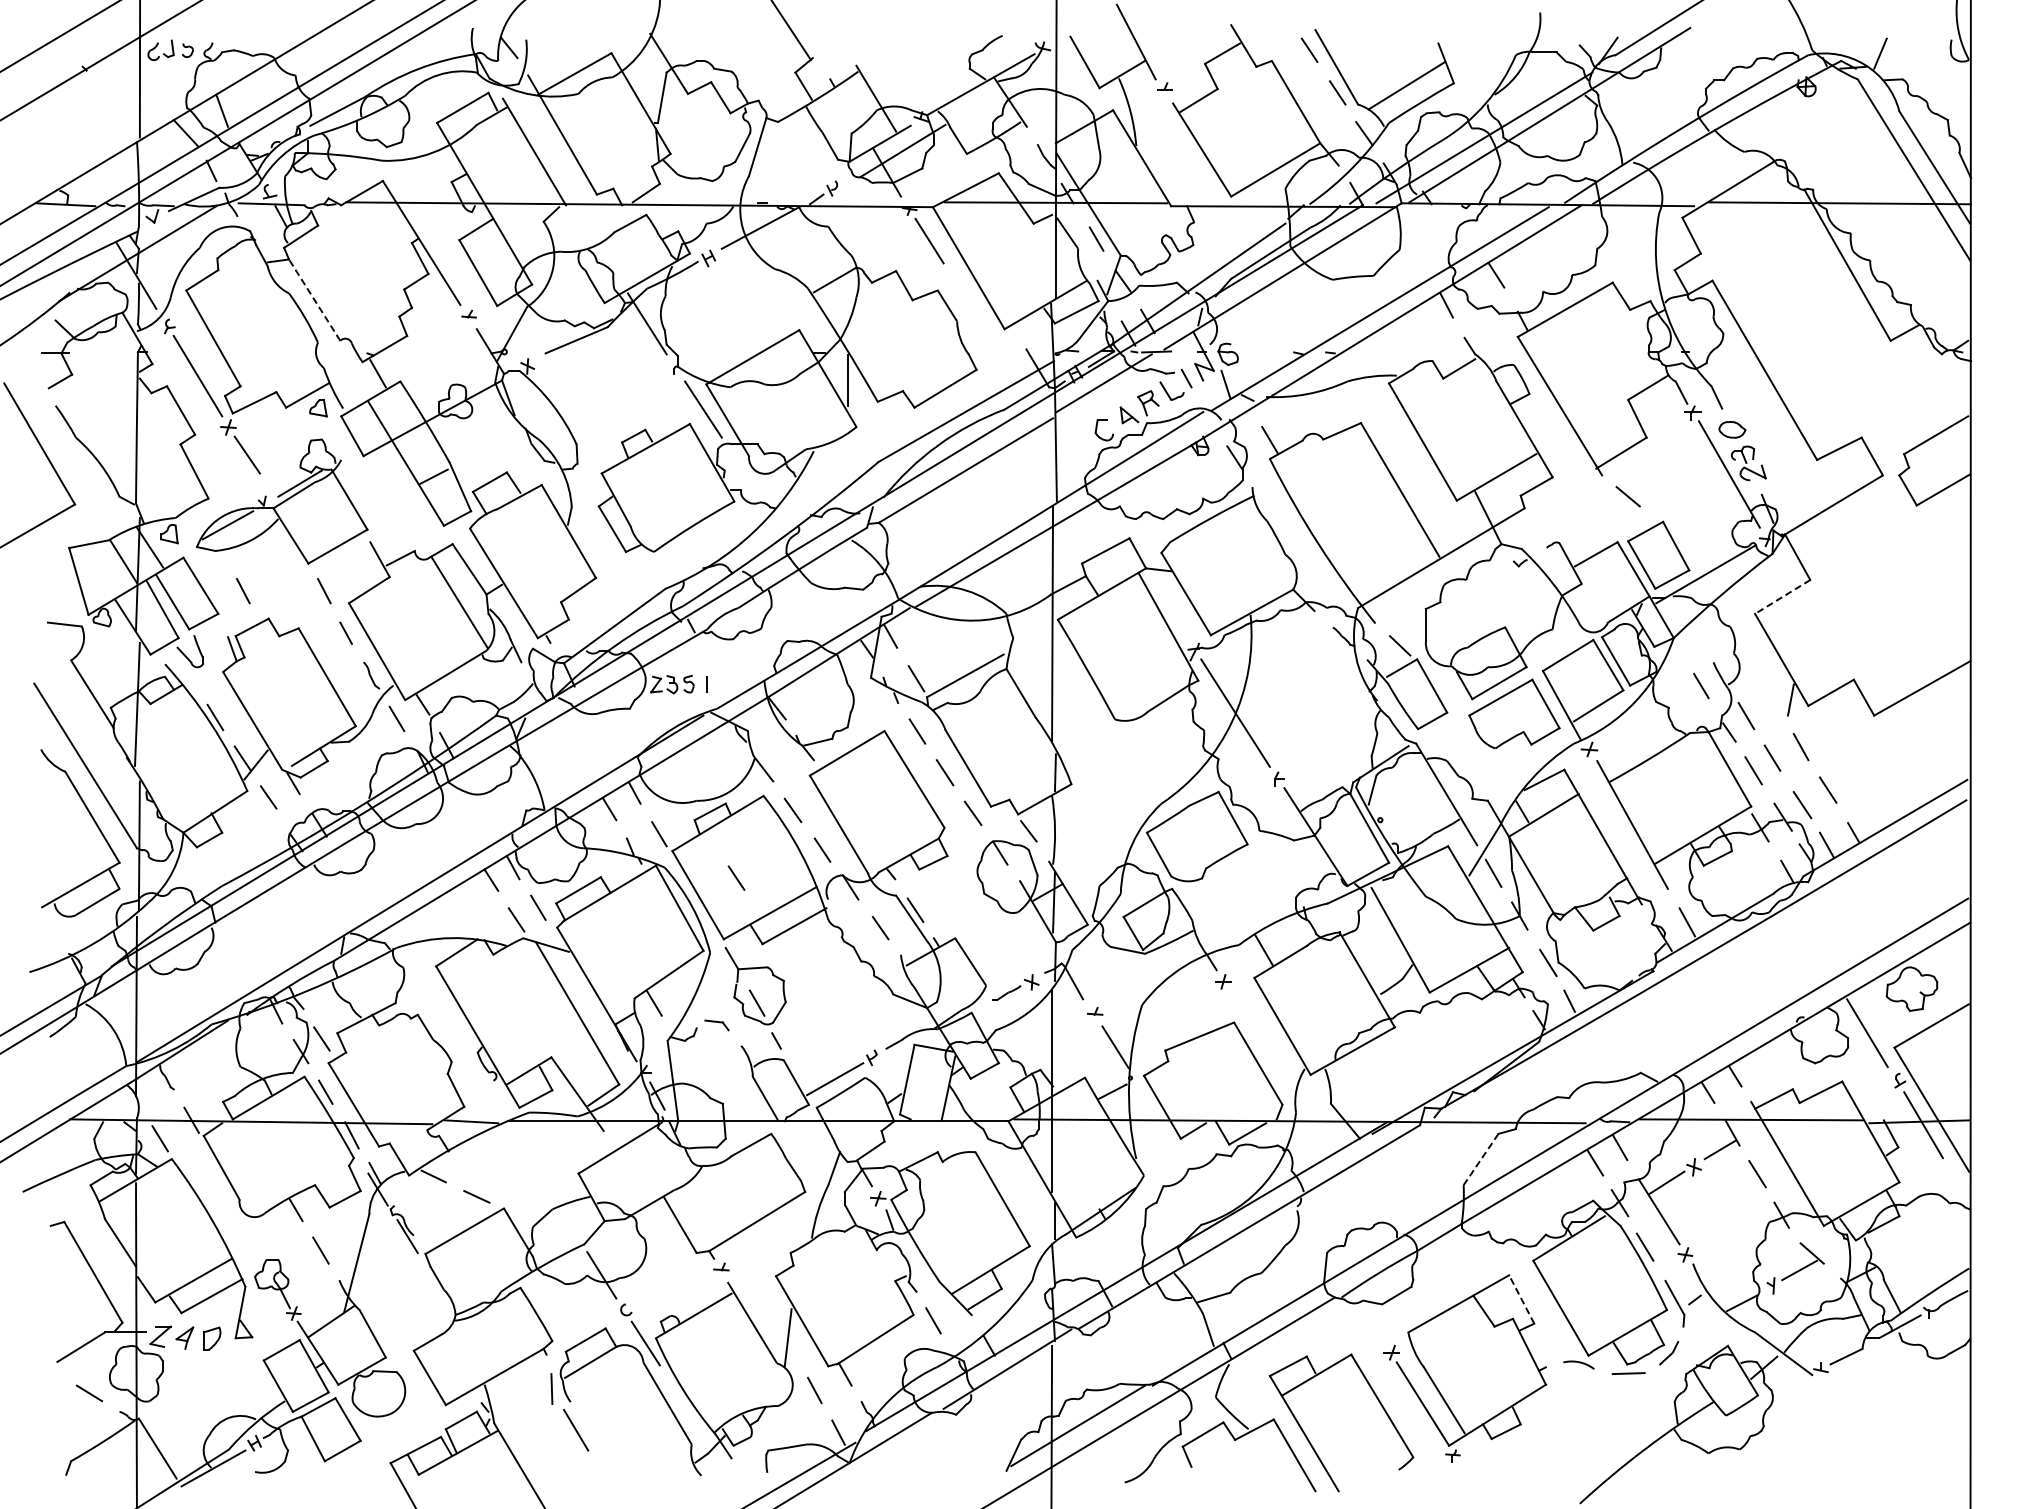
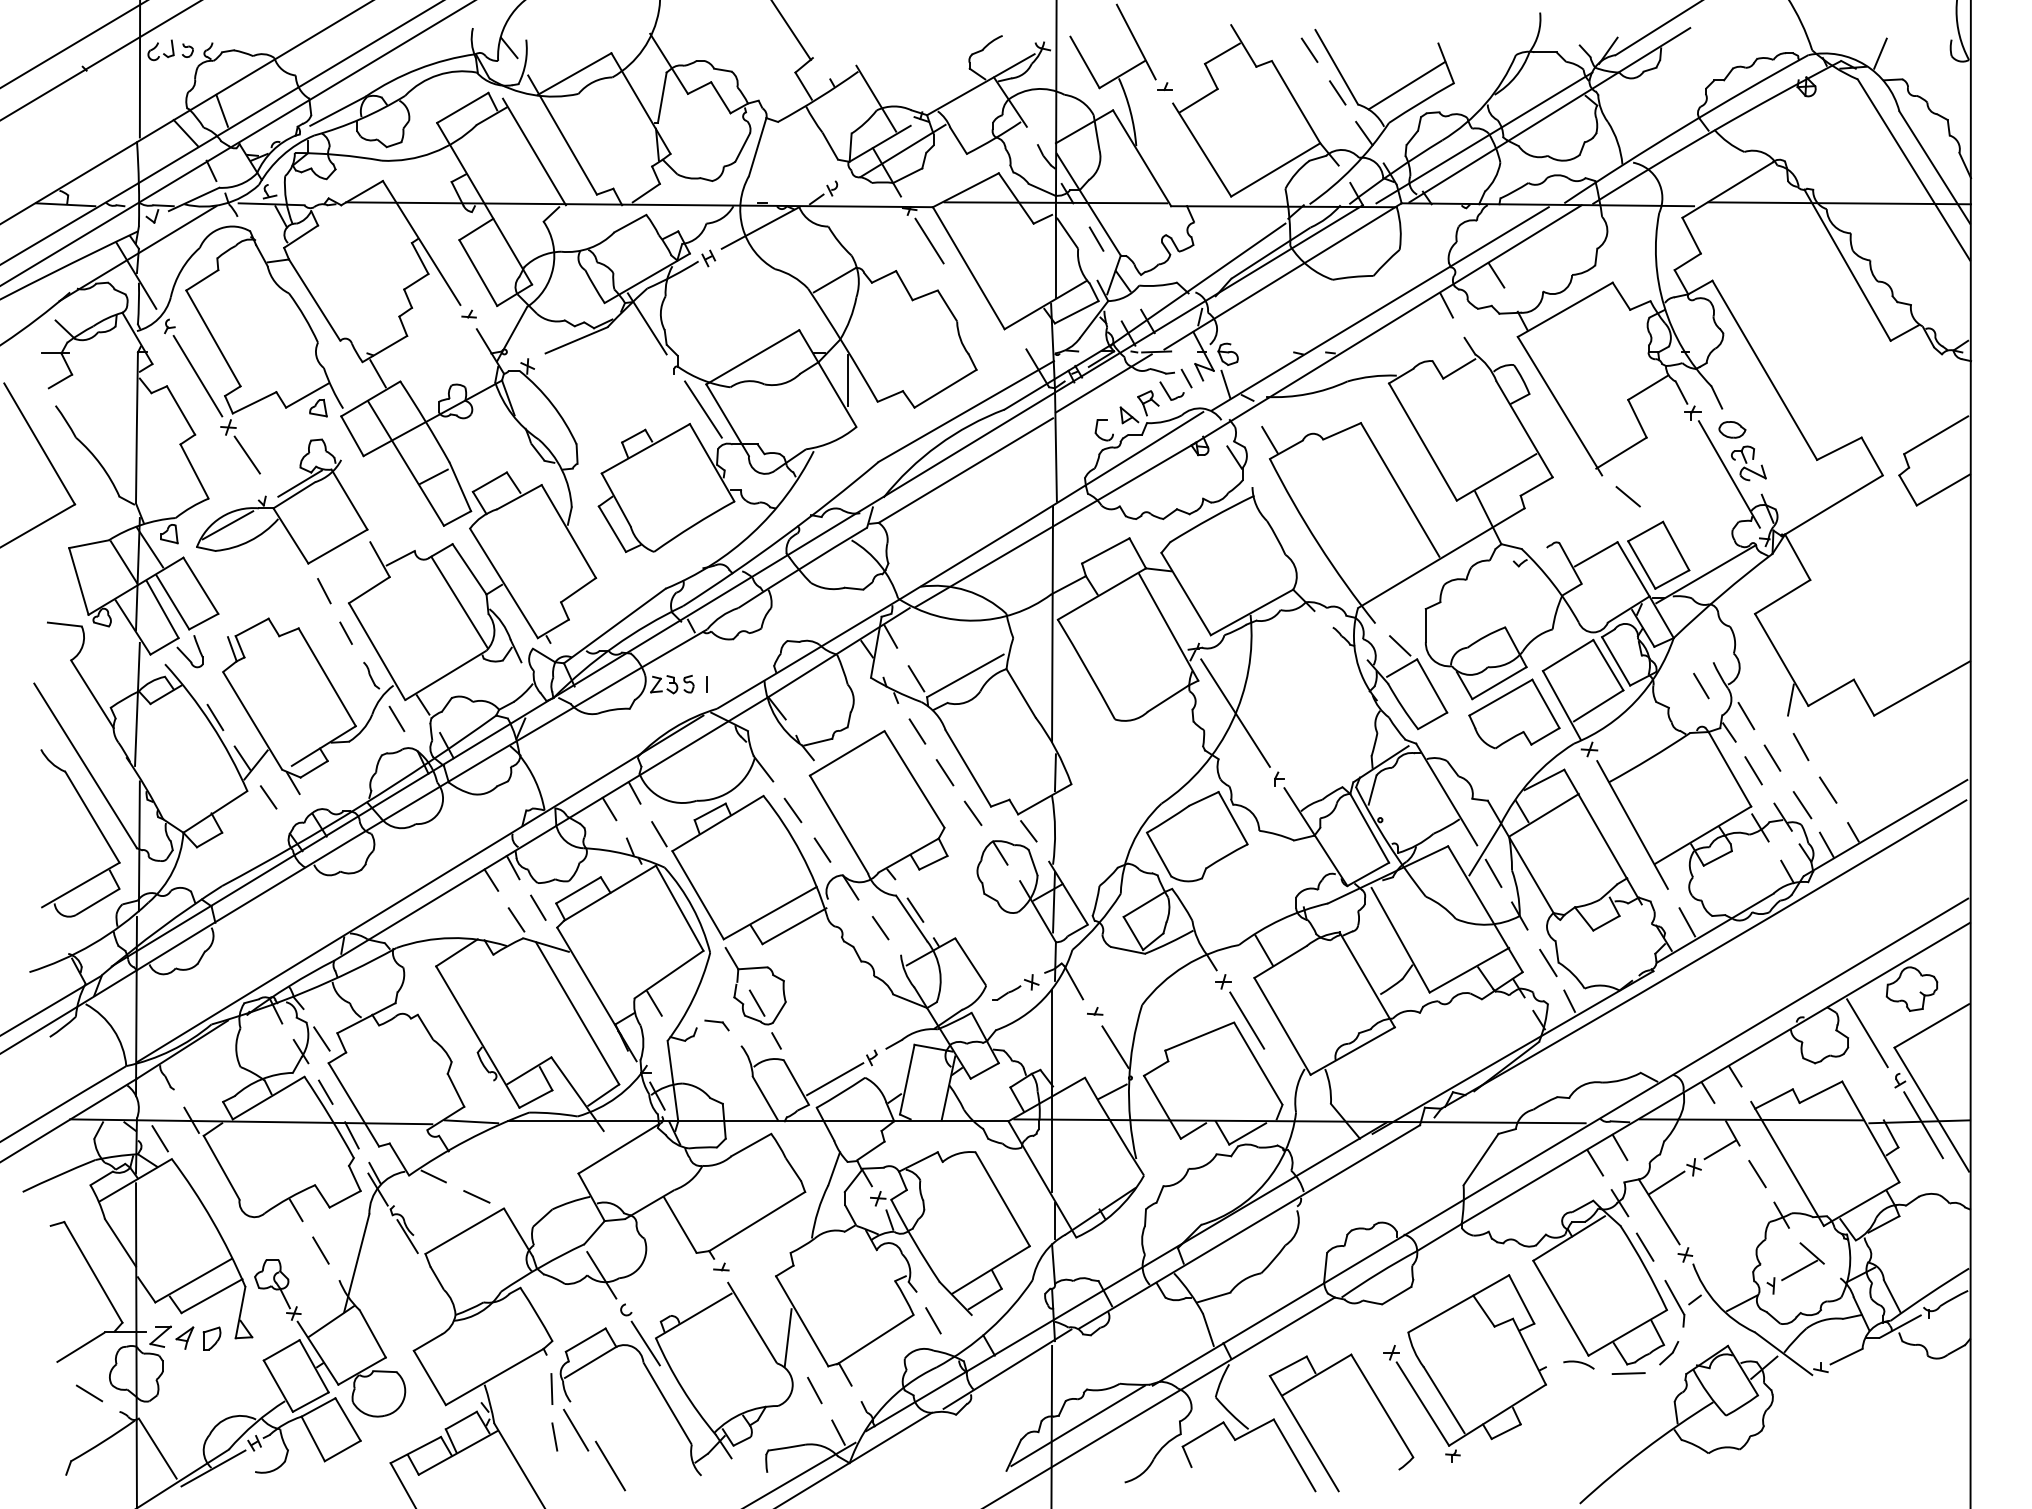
line at (59, 36) position: (59, 36) -> (73, 44)
line at (314, 299): dashed -> solid
line at (243, 591): present -> none
line at (1782, 597): dashed -> solid
line at (736, 877): present -> none
line at (1247, 1020): none -> present
line at (1481, 1159): dashed -> solid
line at (1521, 1299): dashed -> solid
line at (554, 1436): none -> present
line at (610, 1465): none -> present
